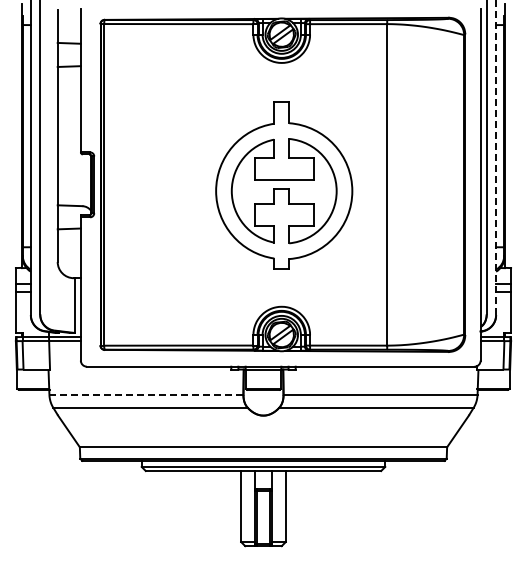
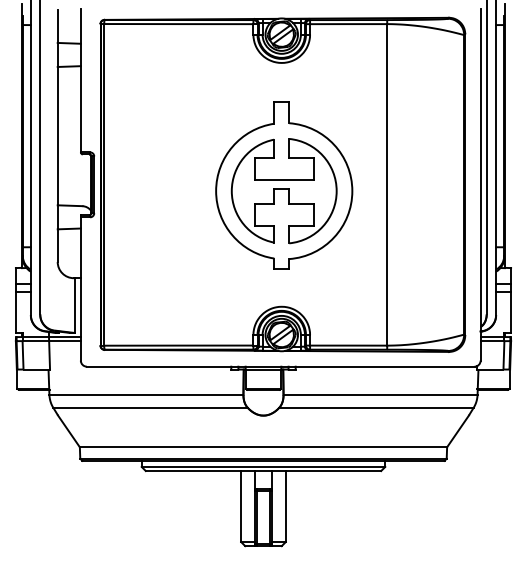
line at (496, 157): dashed -> solid
line at (146, 394): dashed -> solid
